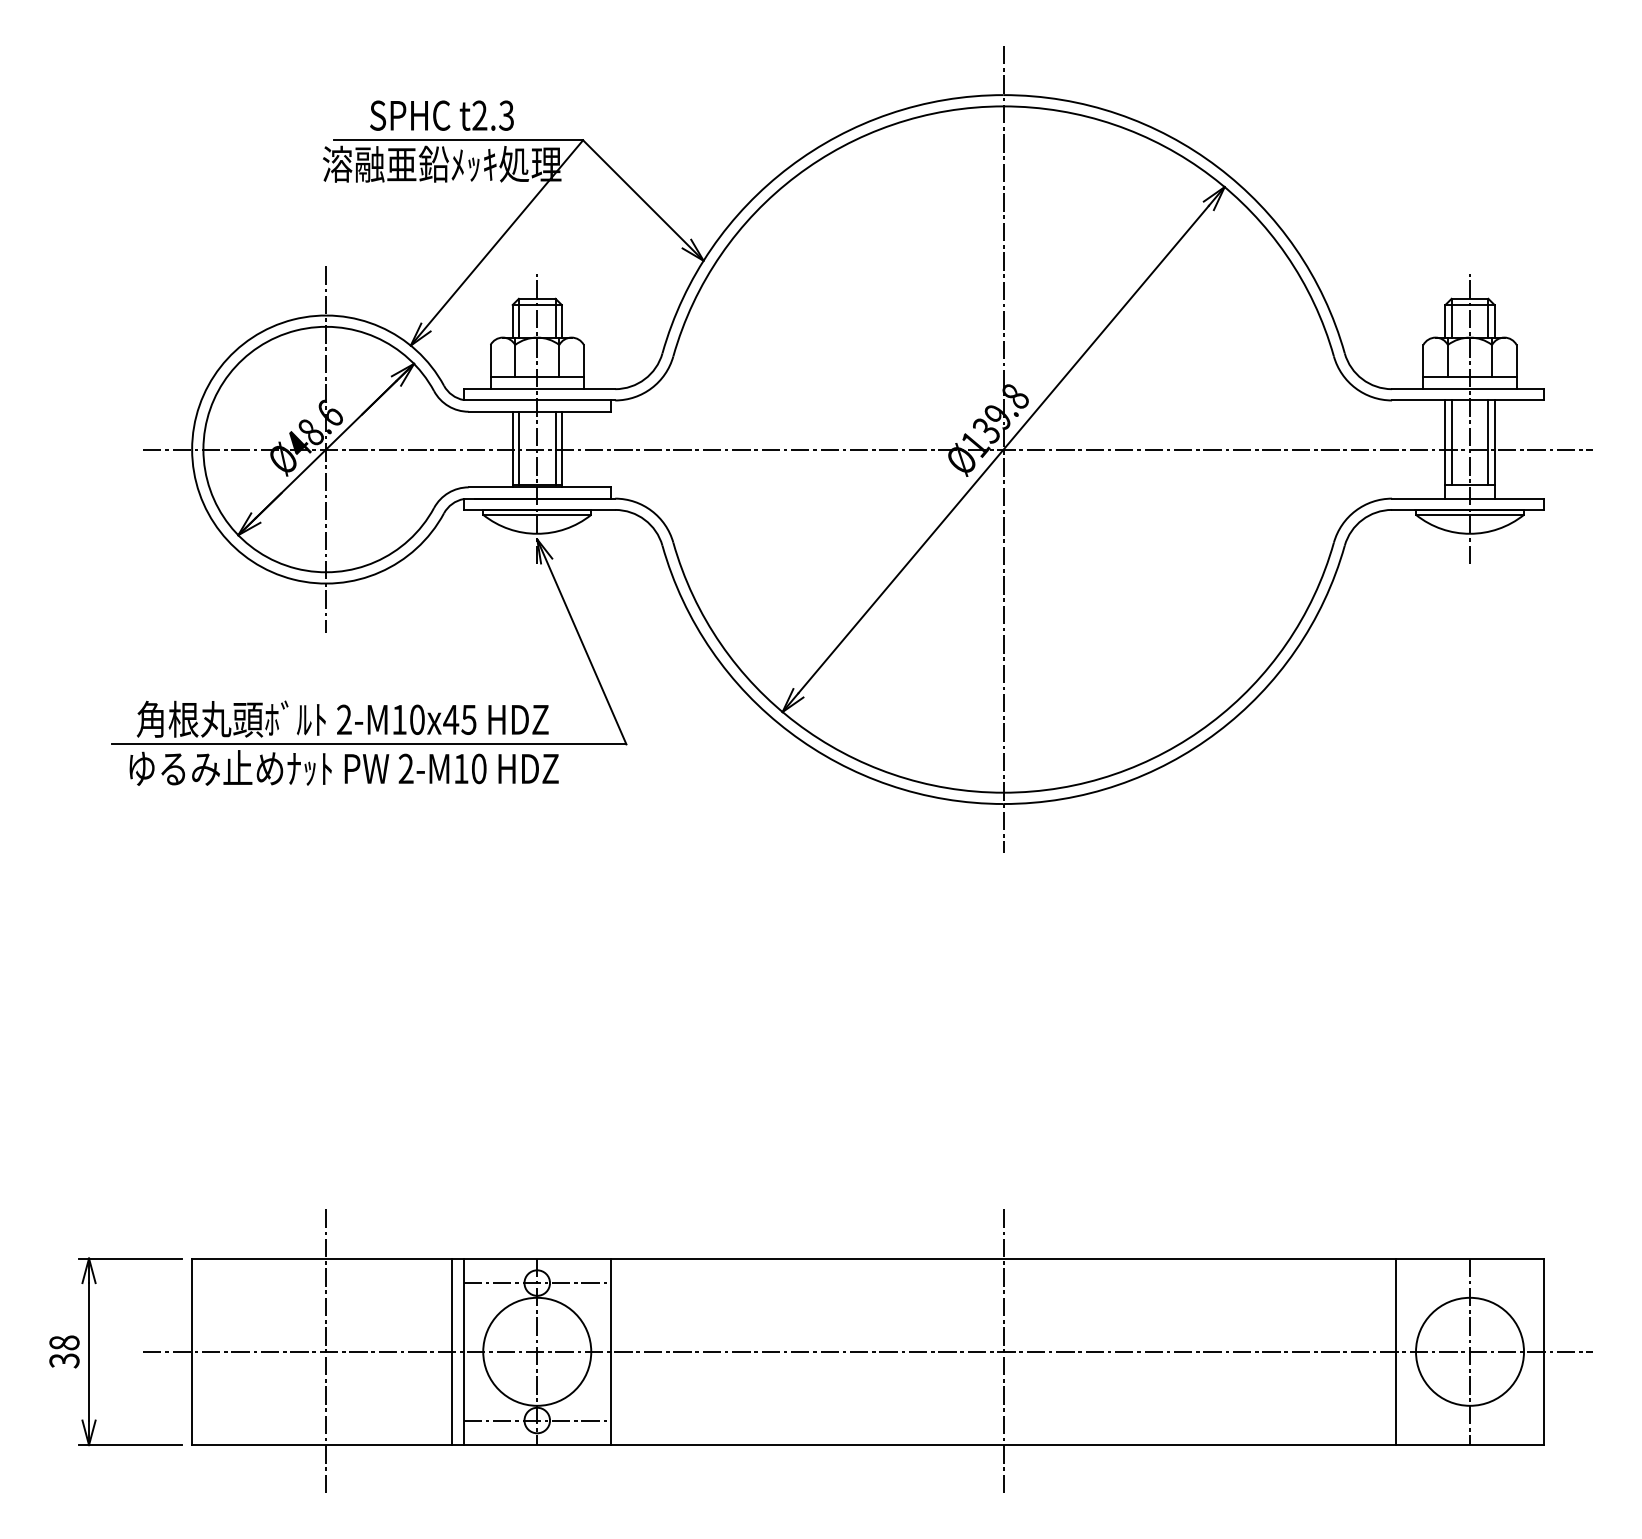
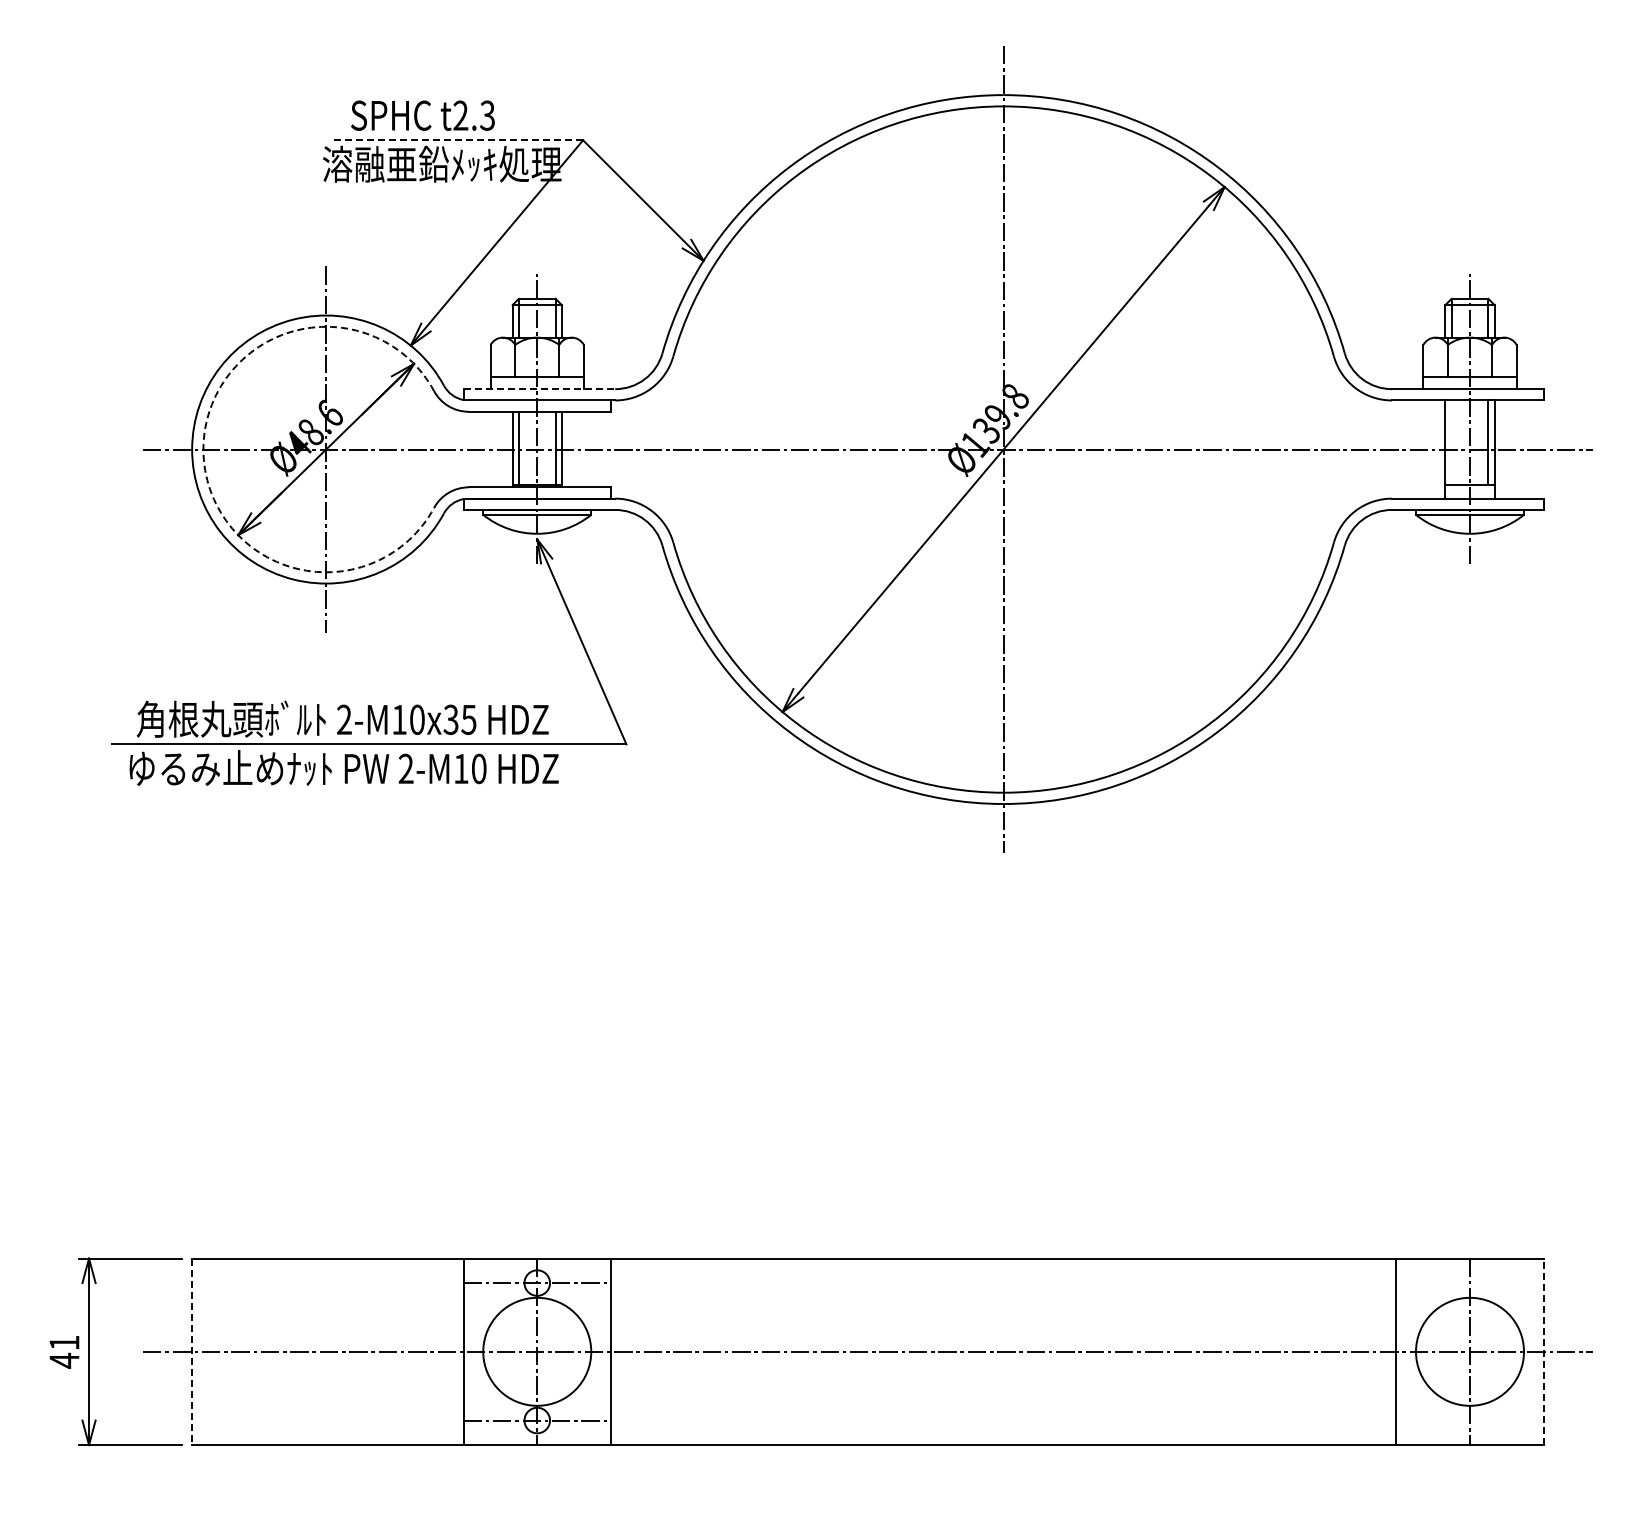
text at (441, 115) position: (441, 115) -> (422, 115)
line at (458, 140): solid -> dashed
line at (539, 389): solid -> dashed
line at (1451, 442): present -> none
arc at (203, 449): solid -> dashed
text at (451, 719): 2-M10x45 -> 2-M10x35
text at (64, 1351): 38 -> 41
line at (326, 1351): present -> none
line at (452, 1351): present -> none
line at (1003, 1351): present -> none
line at (1543, 1351): solid -> dashed
line at (192, 1352): solid -> dashed
